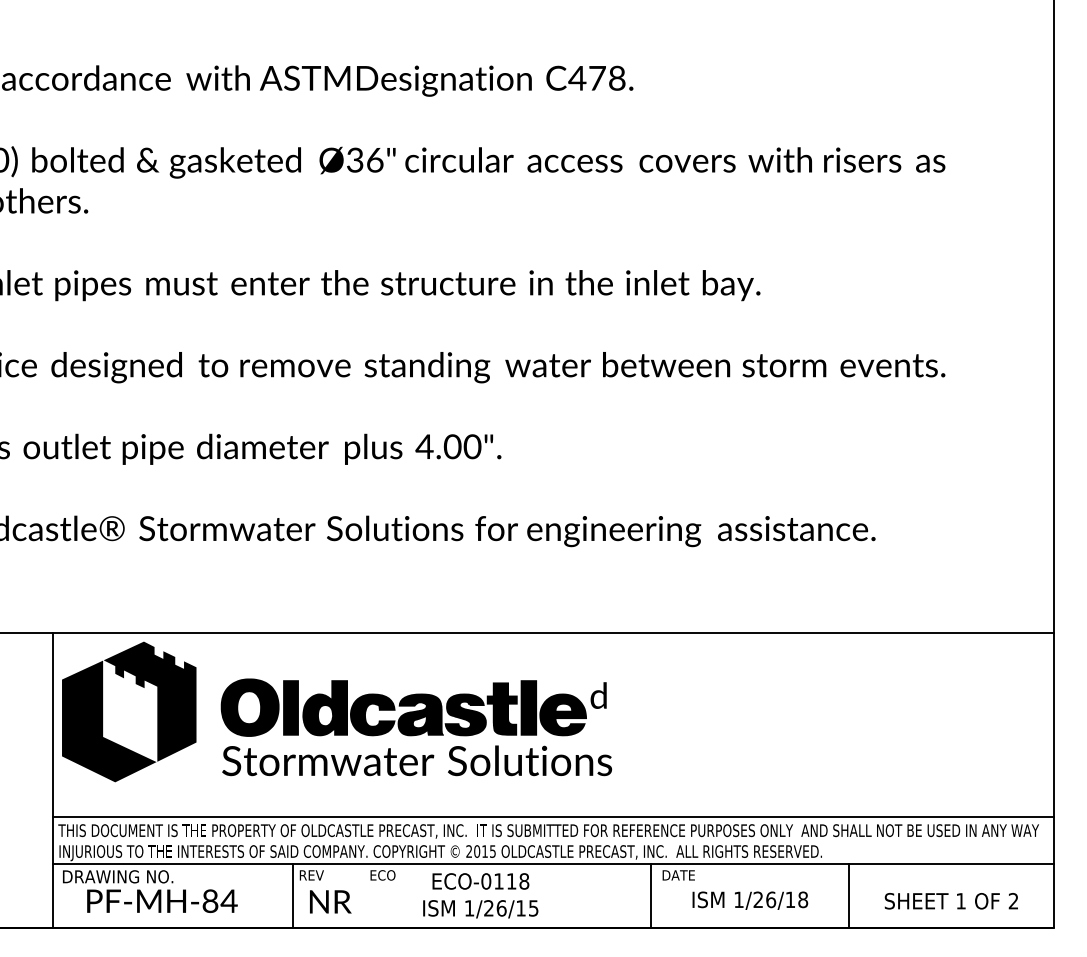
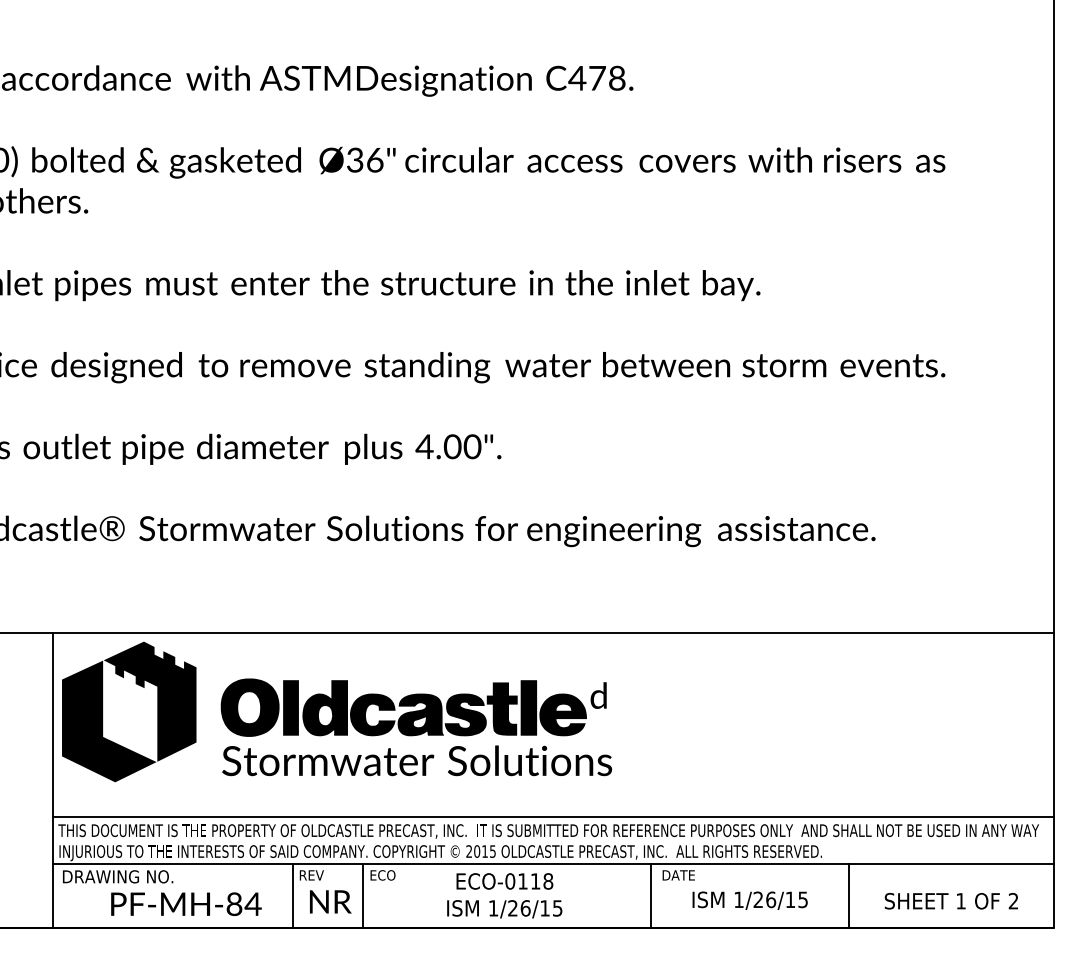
line at (363, 895): none -> present
text at (480, 895) position: (480, 895) -> (504, 895)
text at (803, 899): 1/26/18 -> 1/26/15
text at (162, 900) position: (162, 900) -> (186, 903)
